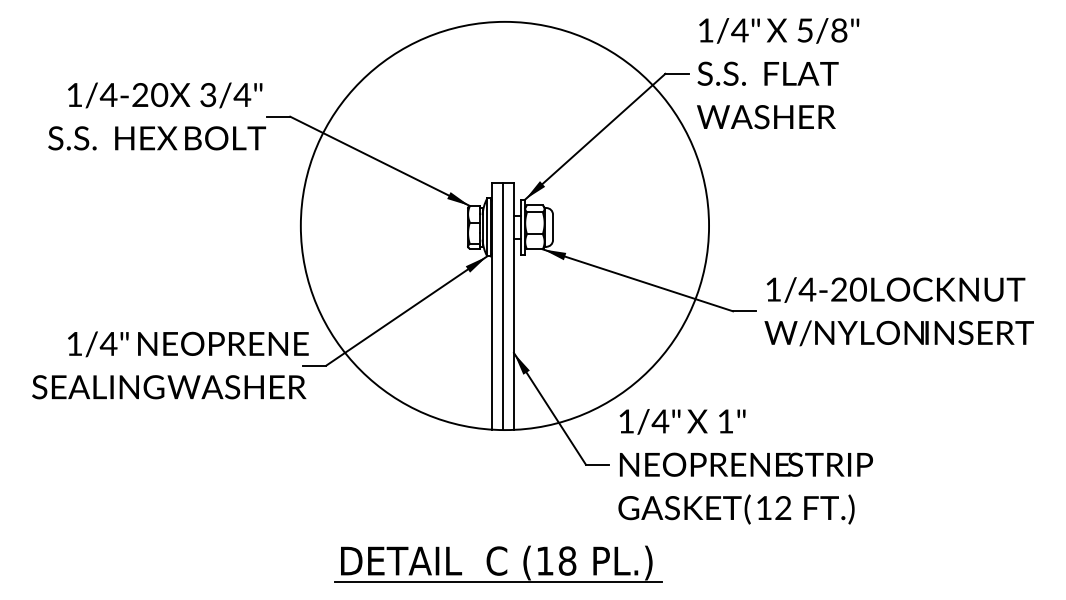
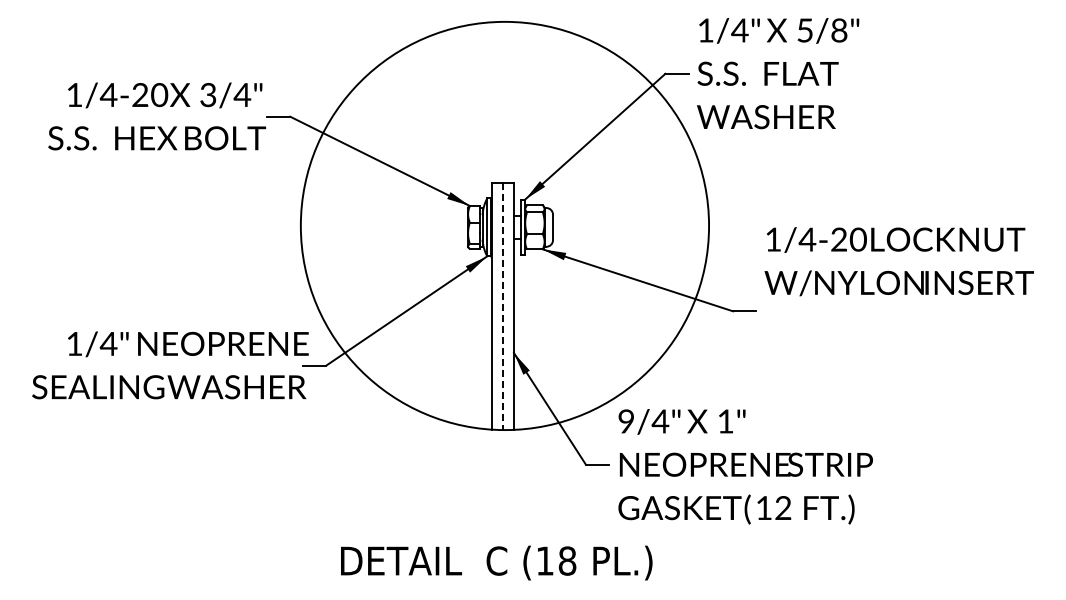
line at (502, 306): solid -> dashed
text at (898, 311) position: (898, 311) -> (898, 261)
text at (625, 421): 1/4" -> 9/4"
line at (497, 582): present -> none
